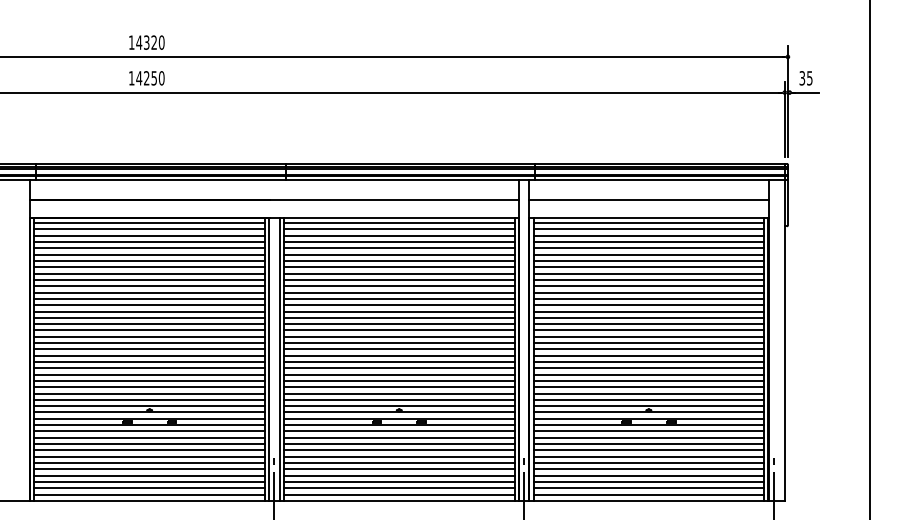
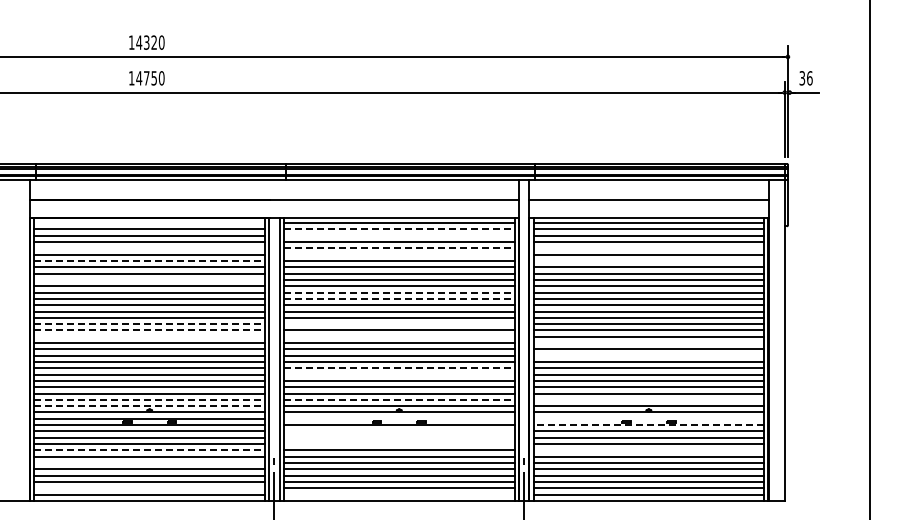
text at (146, 78): 14250 -> 14750
text at (809, 78): 35 -> 36
line at (149, 223): present -> none
line at (399, 229): solid -> dashed
line at (398, 235): present -> none
line at (149, 248): present -> none
line at (399, 248): solid -> dashed
line at (648, 248): present -> none
line at (398, 254): present -> none
line at (150, 261): solid -> dashed
line at (648, 261): present -> none
line at (149, 279): present -> none
line at (399, 292): solid -> dashed
line at (399, 298): solid -> dashed
line at (150, 324): solid -> dashed
line at (398, 324): present -> none
line at (150, 330): solid -> dashed
line at (149, 336): present -> none
line at (398, 336): present -> none
line at (648, 343): present -> none
line at (648, 355): present -> none
line at (399, 368): solid -> dashed
line at (398, 374): present -> none
line at (150, 399): solid -> dashed
line at (399, 399): solid -> dashed
line at (648, 399): present -> none
line at (150, 406): solid -> dashed
line at (398, 418): present -> none
line at (648, 418): present -> none
line at (648, 425): solid -> dashed
line at (398, 431): present -> none
line at (398, 437): present -> none
line at (398, 444): present -> none
line at (150, 450): solid -> dashed
line at (648, 450): present -> none
line at (149, 462): present -> none
line at (773, 486): present -> none
line at (149, 488): present -> none
line at (398, 494): present -> none
